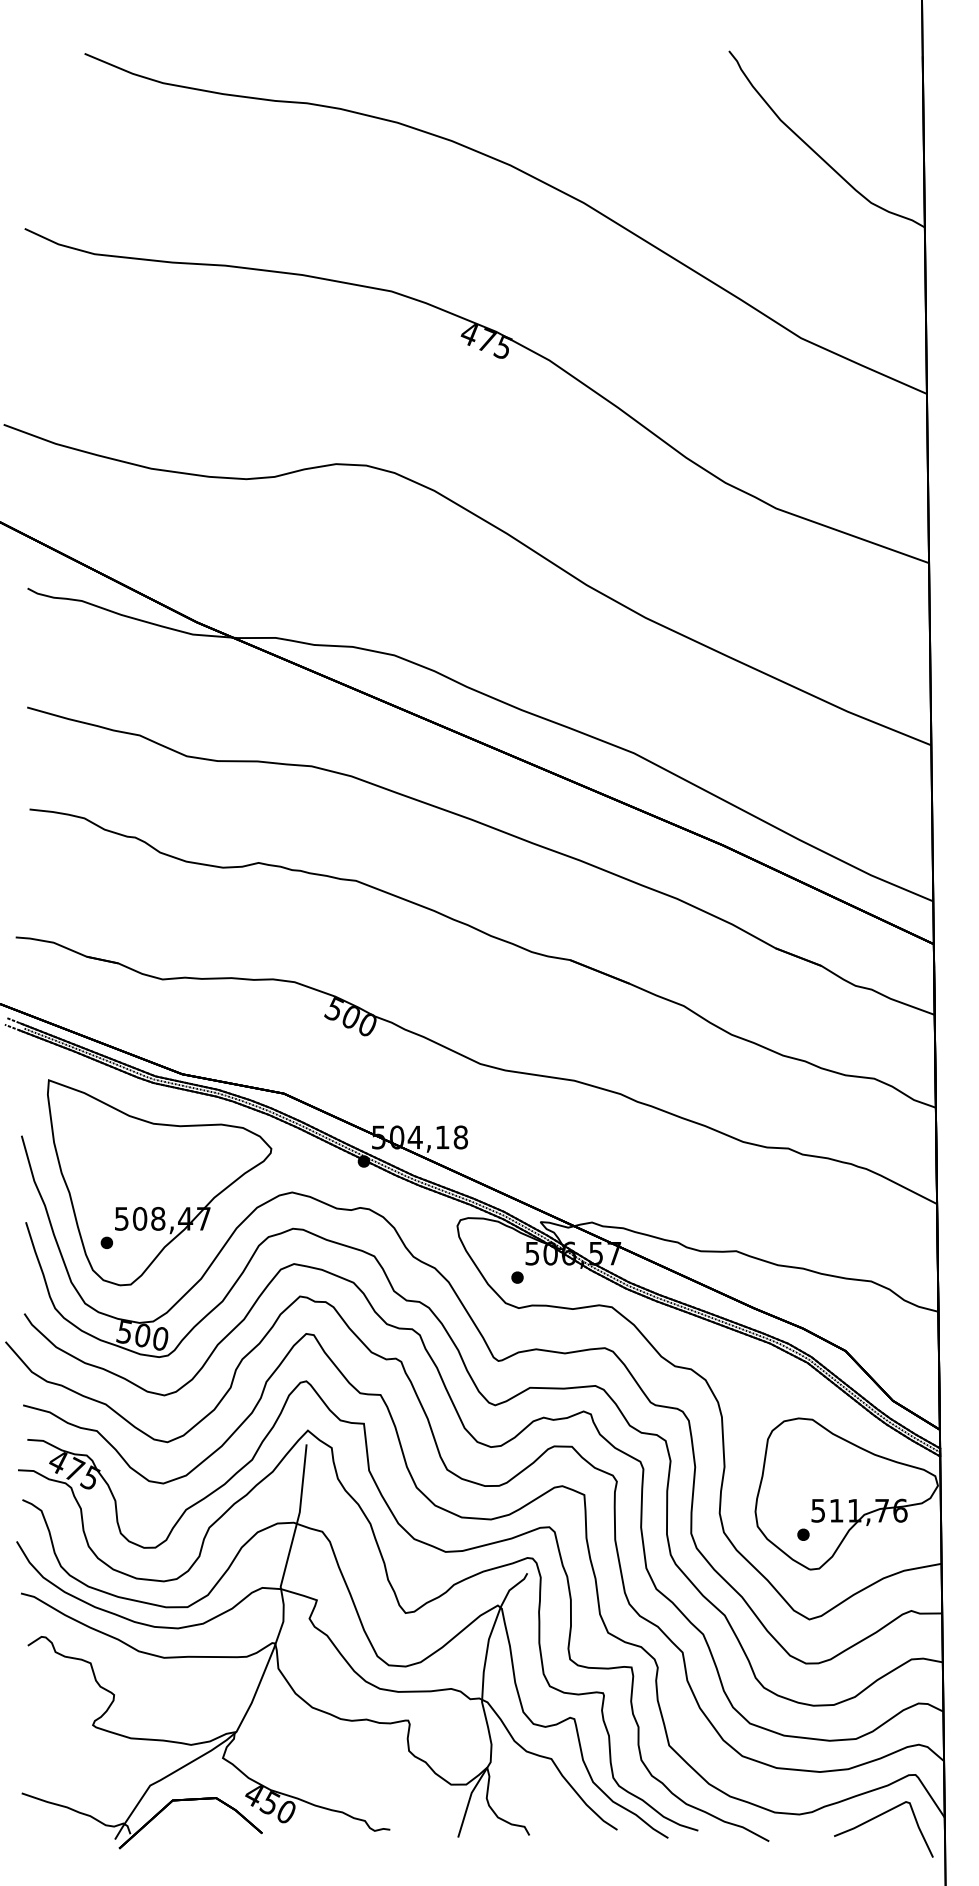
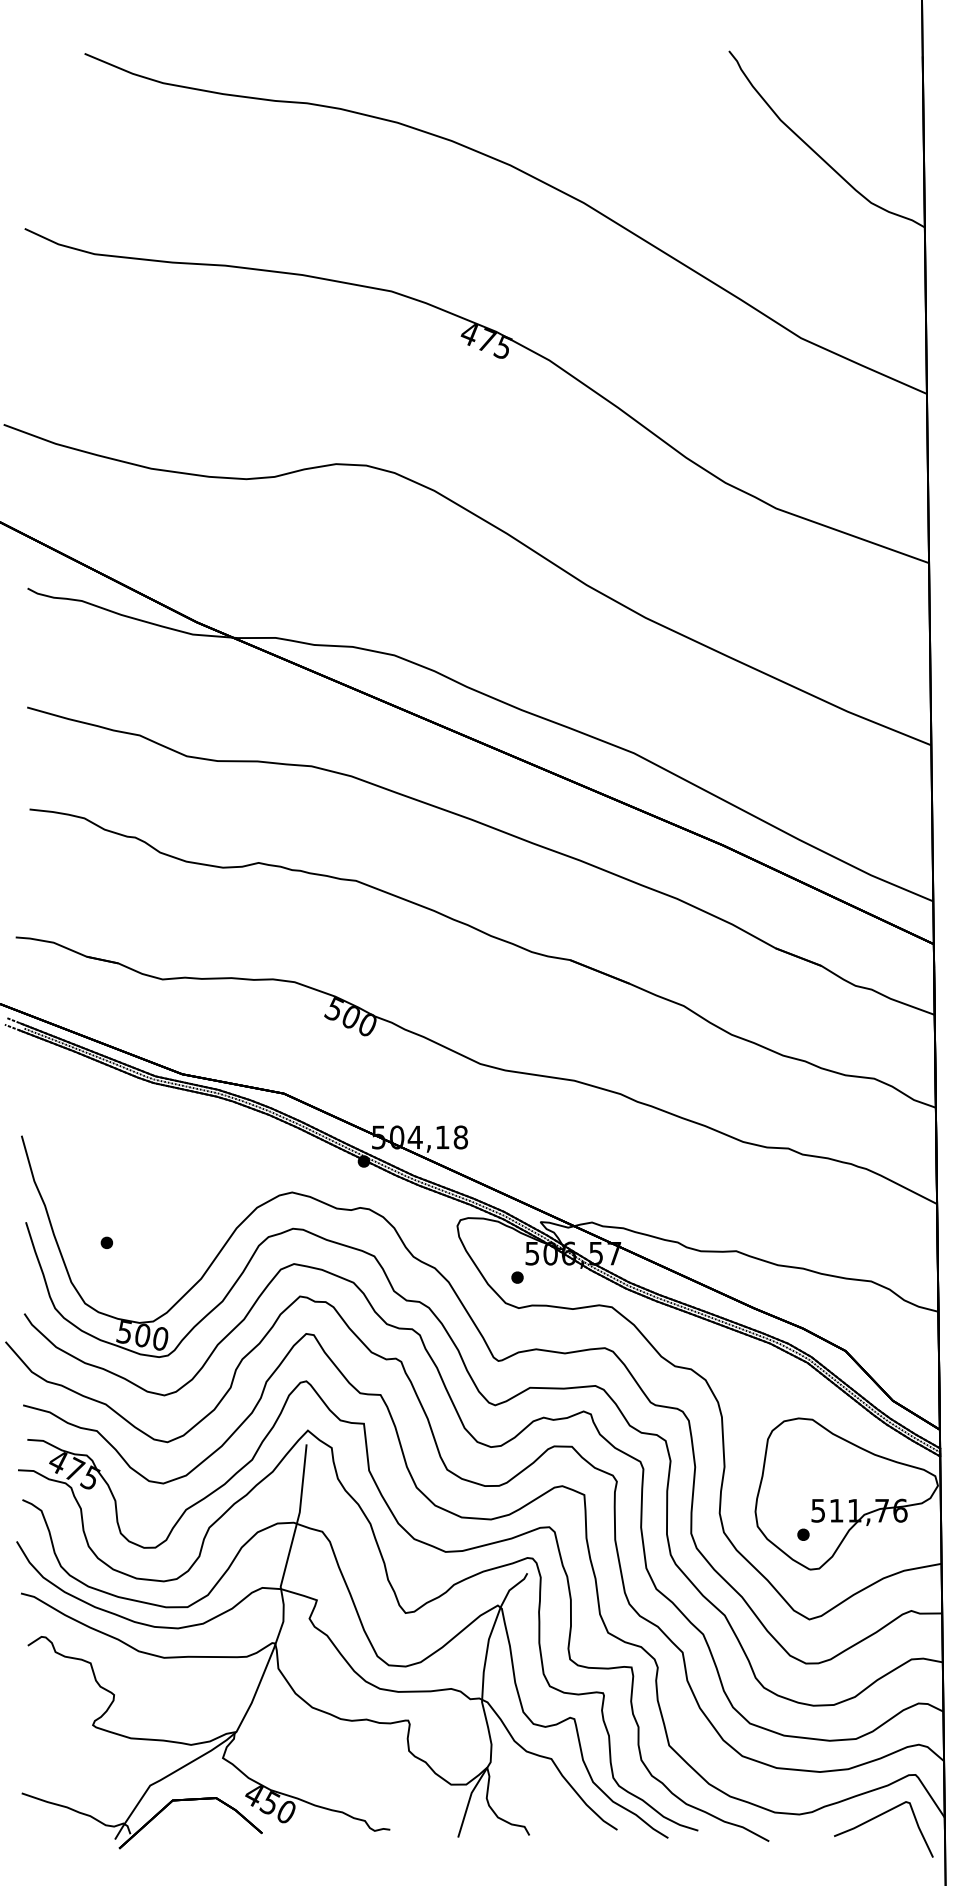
part at (159, 1182): present -> none
